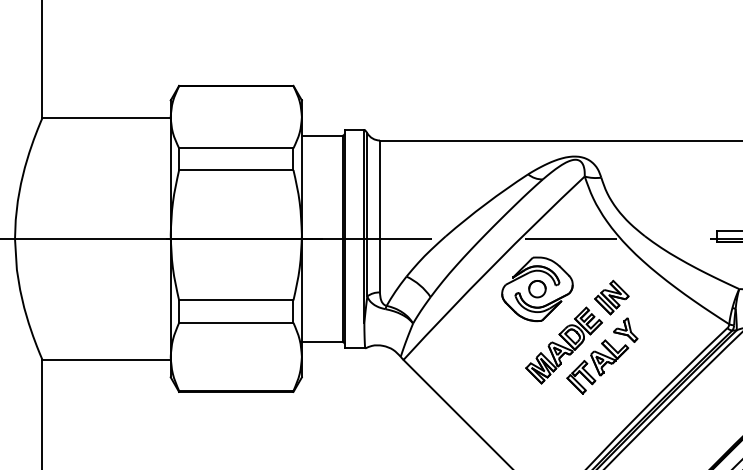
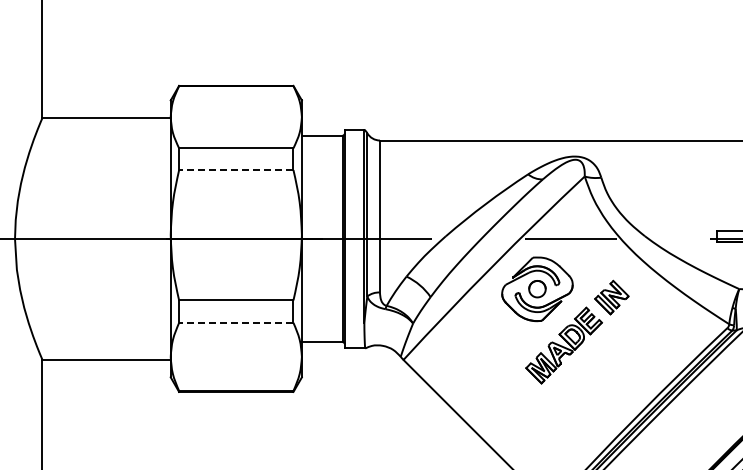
line at (235, 170): solid -> dashed
line at (235, 322): solid -> dashed
part at (602, 355): present -> none
